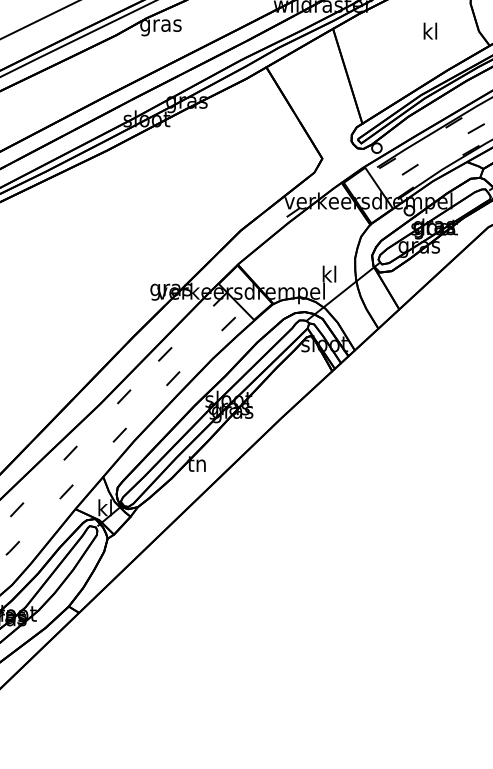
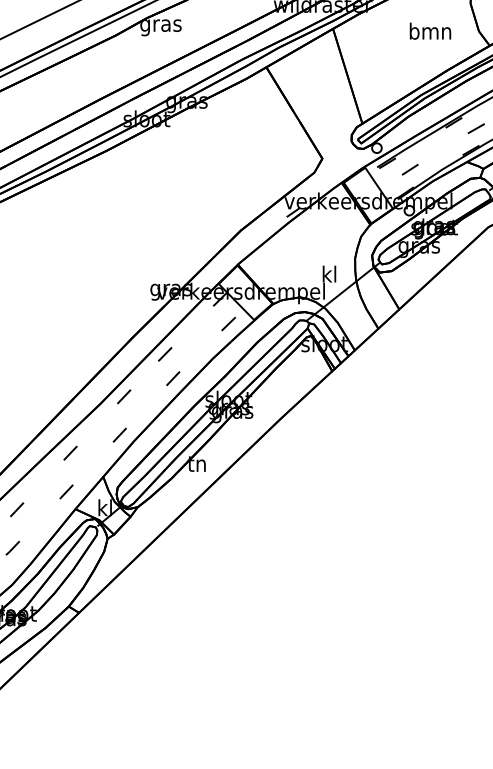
text at (430, 30): kl -> bmn
